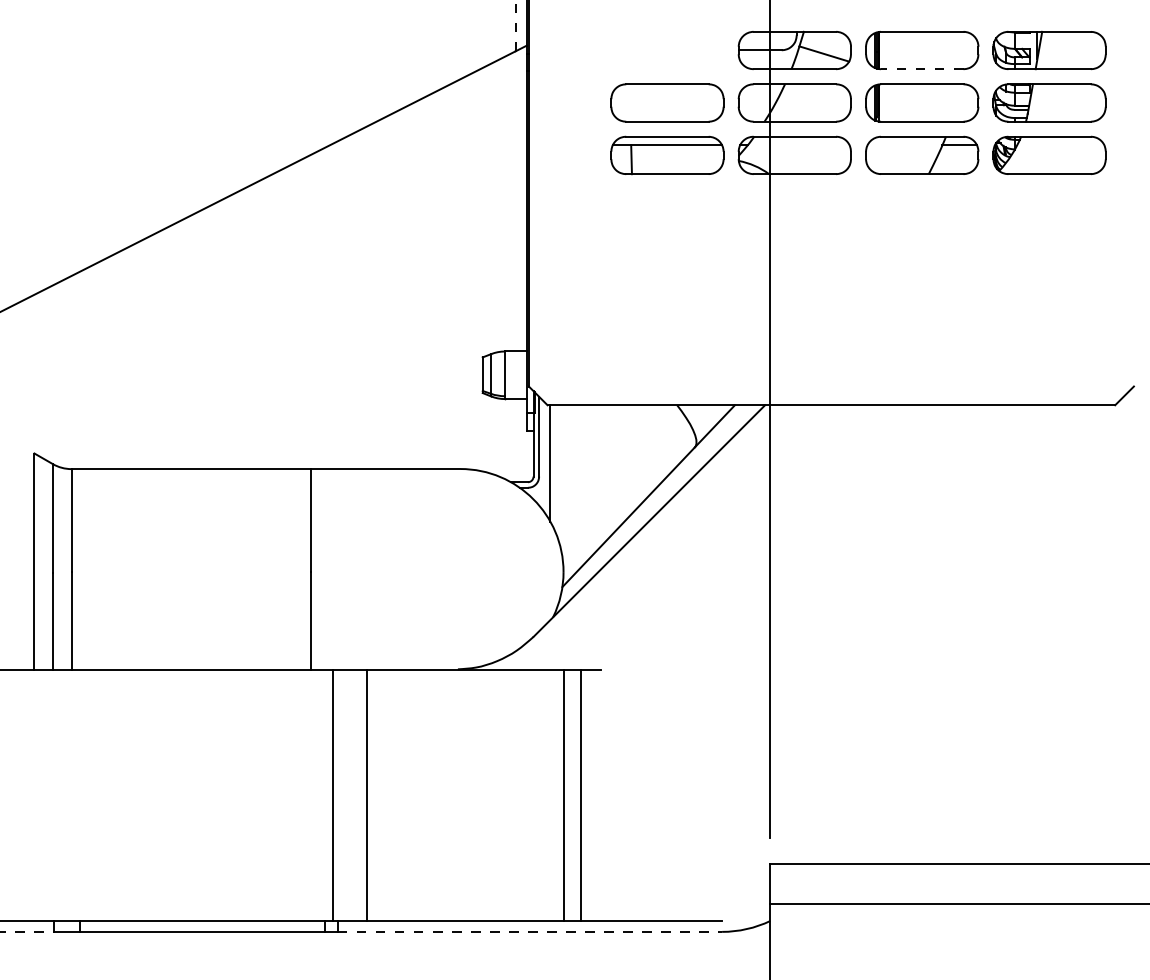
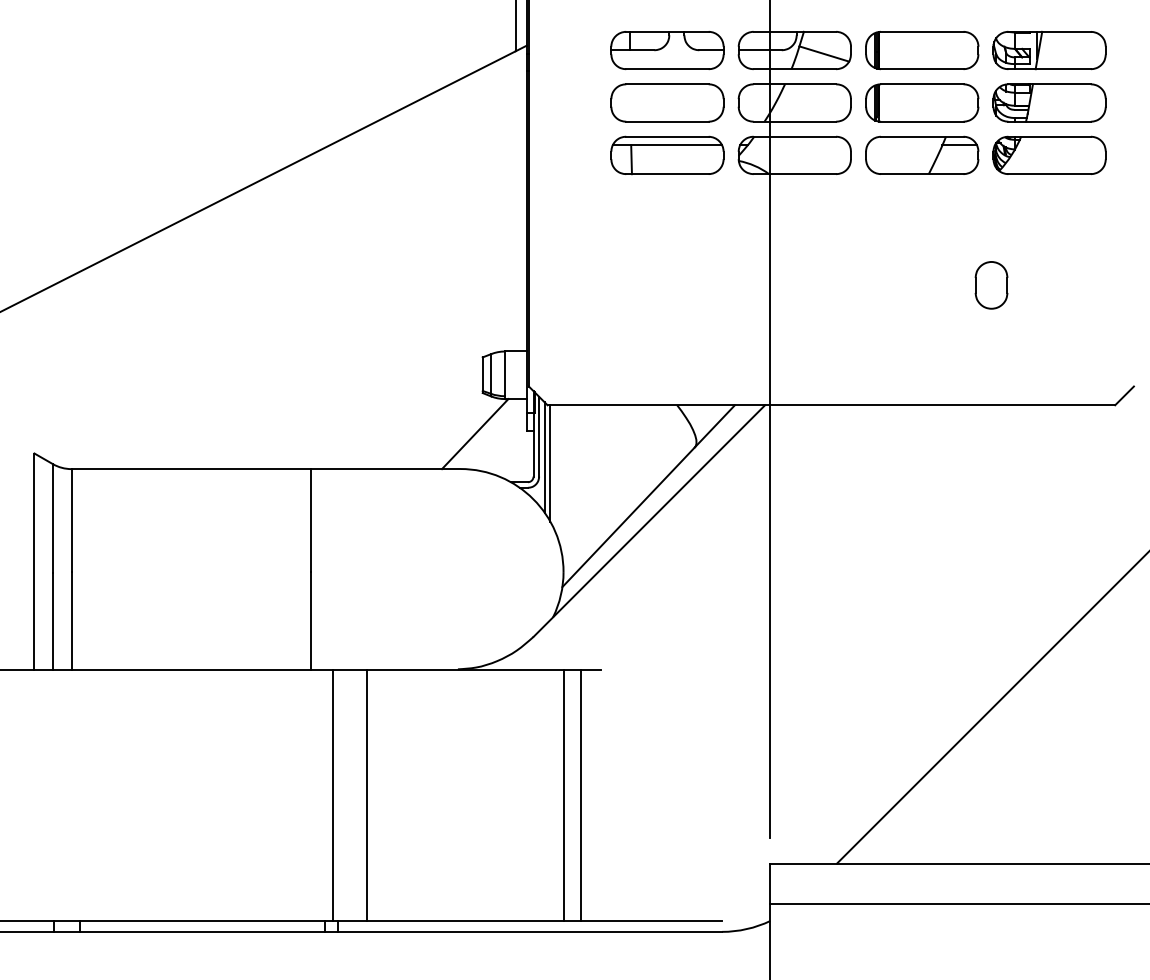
line at (515, 25): dashed -> solid
part at (667, 50): none -> present
line at (921, 69): dashed -> solid
part at (991, 285): none -> present
line at (475, 434): none -> present
line at (544, 457): none -> present
line at (991, 708): none -> present
line at (27, 931): dashed -> solid
line at (530, 931): dashed -> solid
